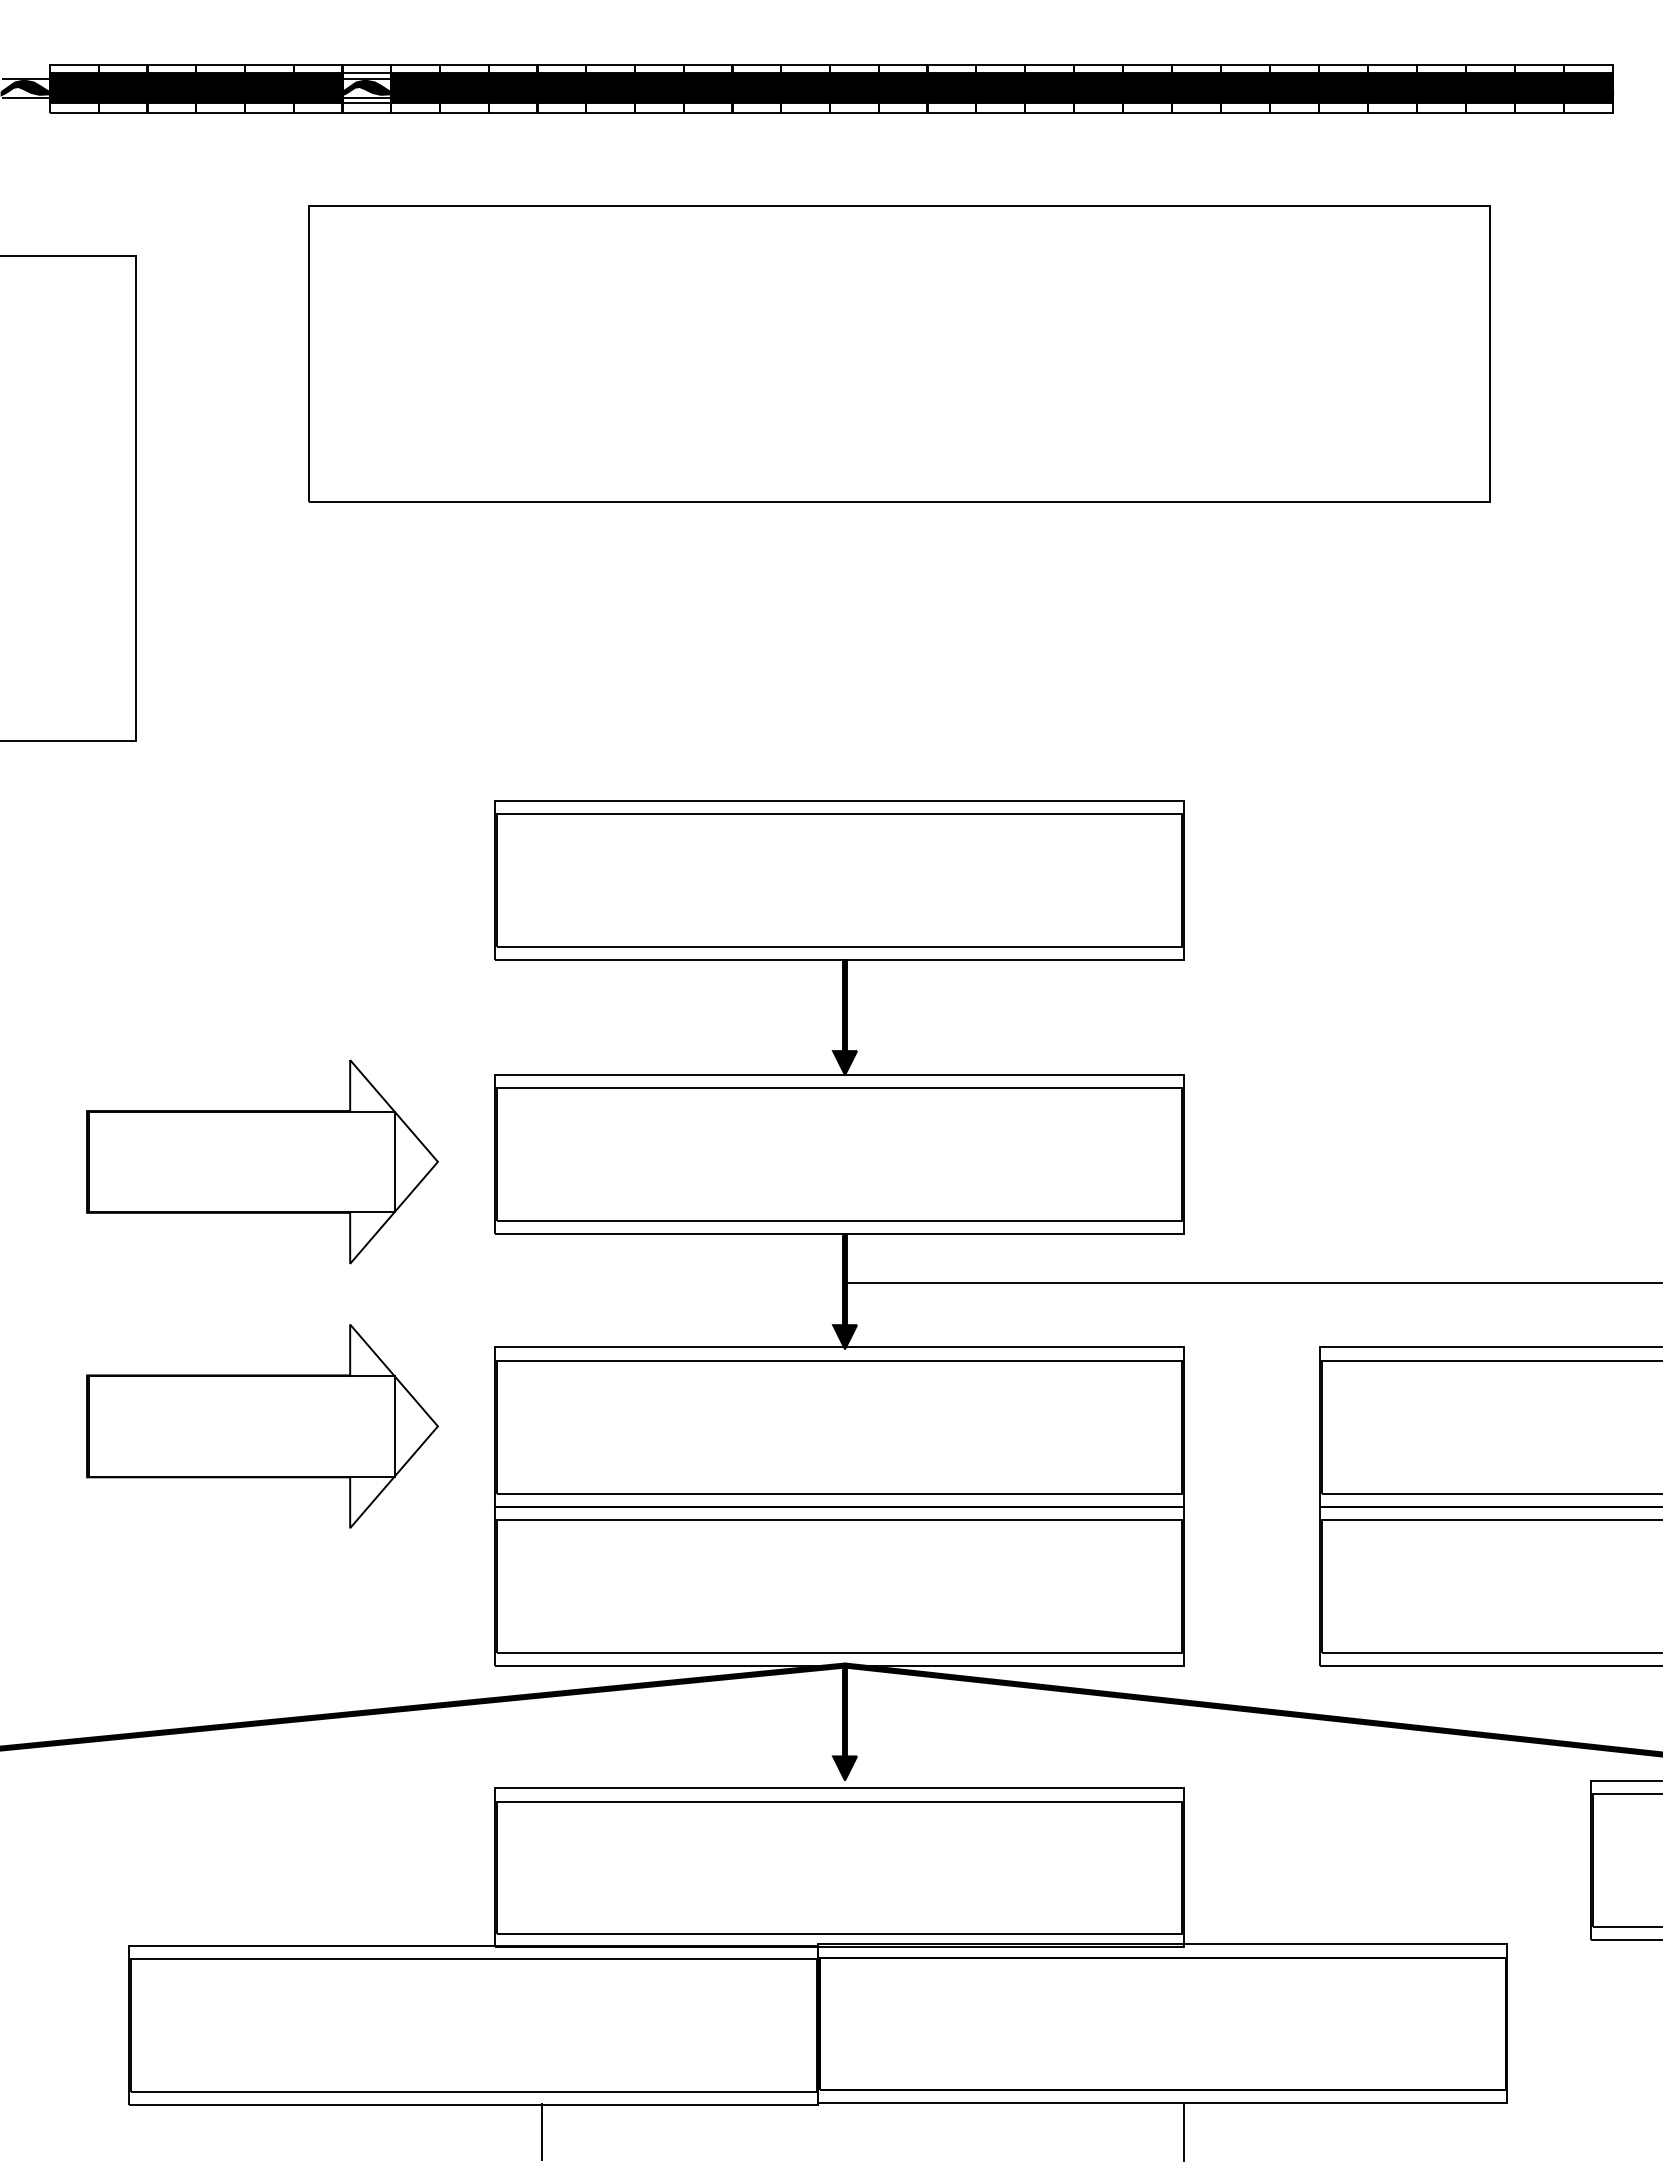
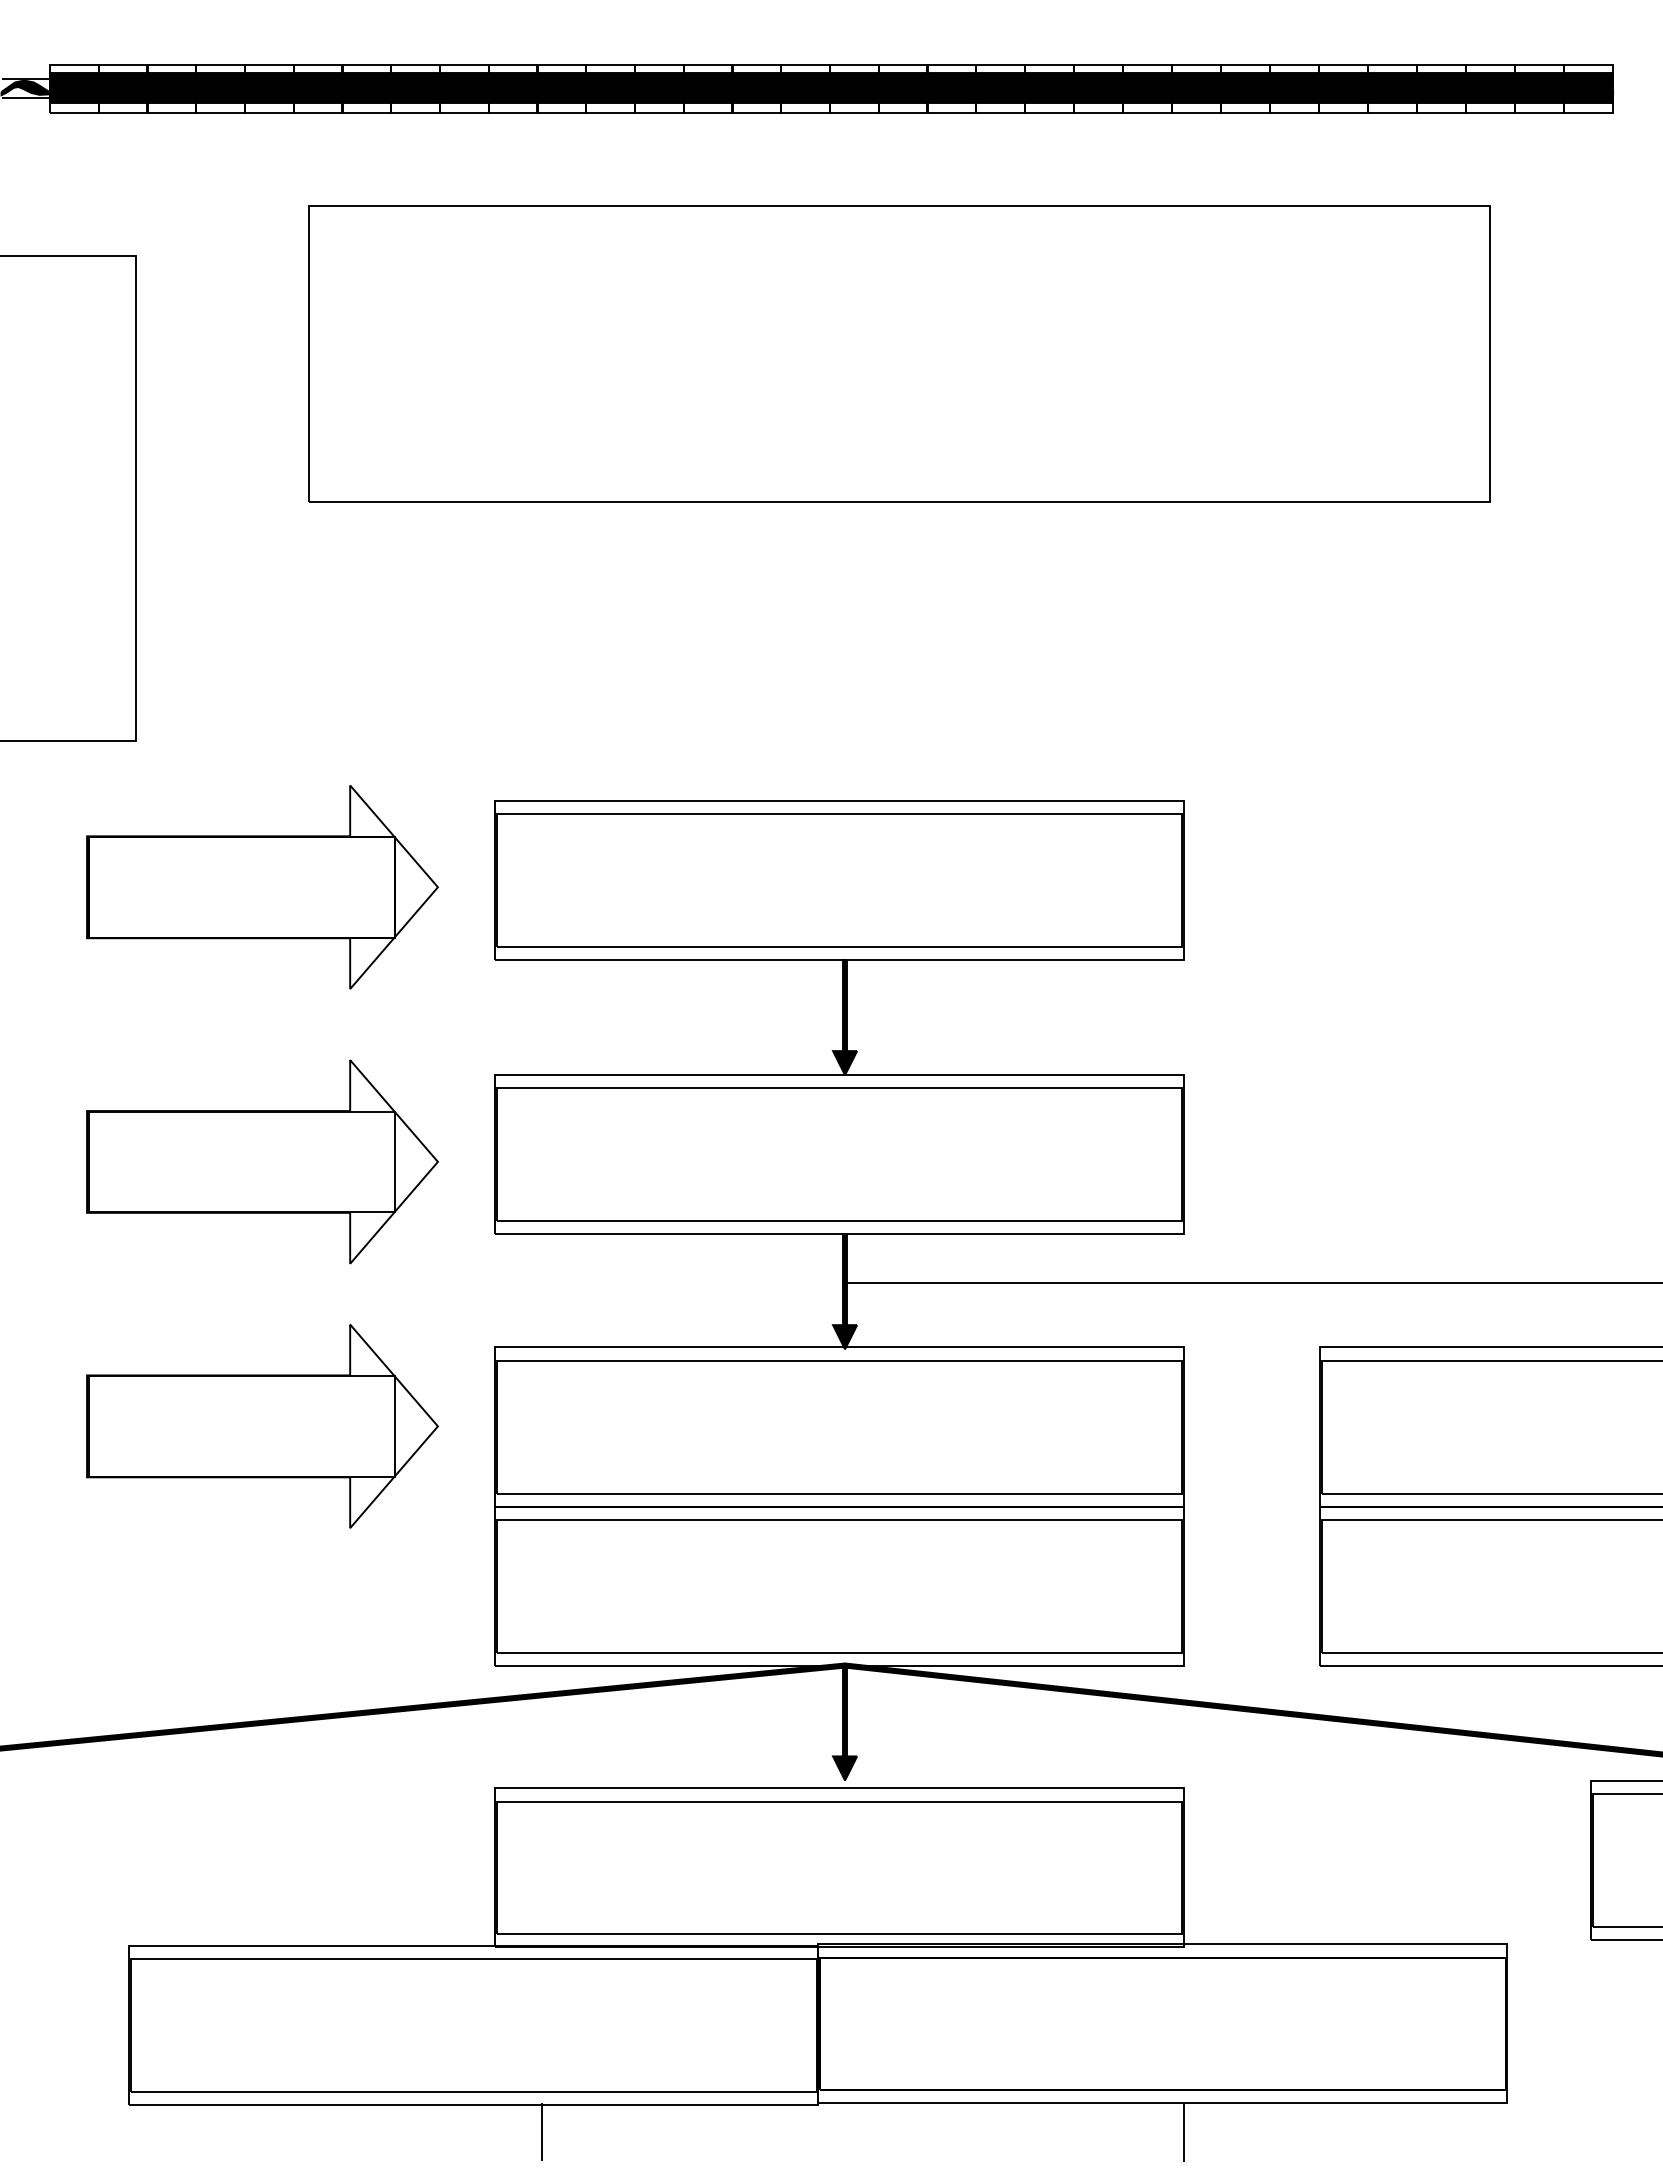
fill at (366, 87): none -> present
part at (262, 887): none -> present
